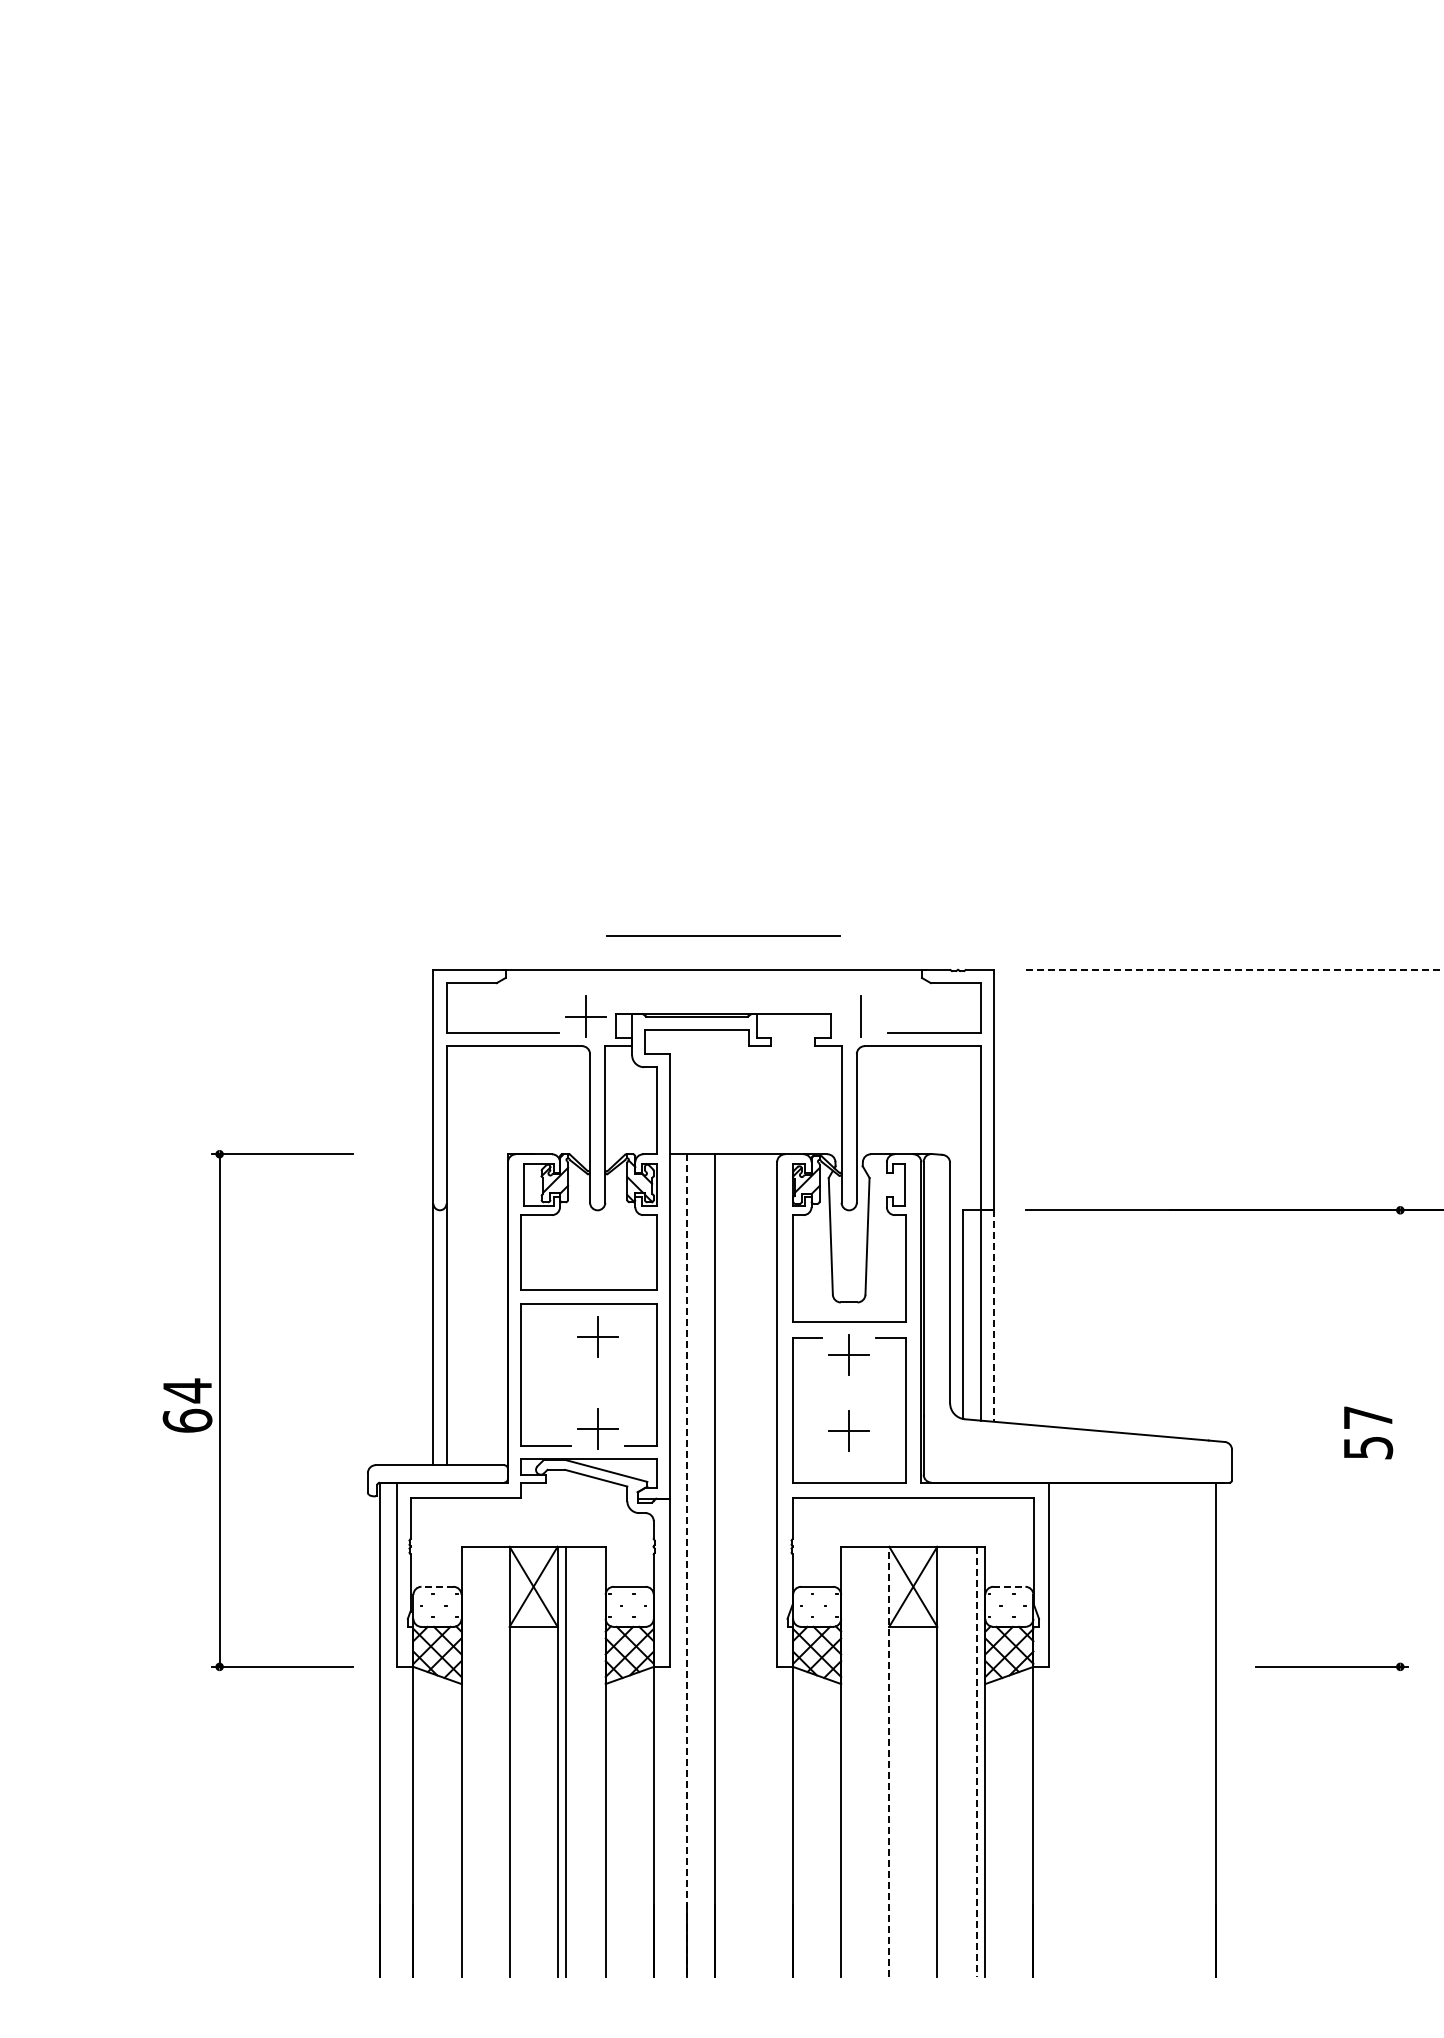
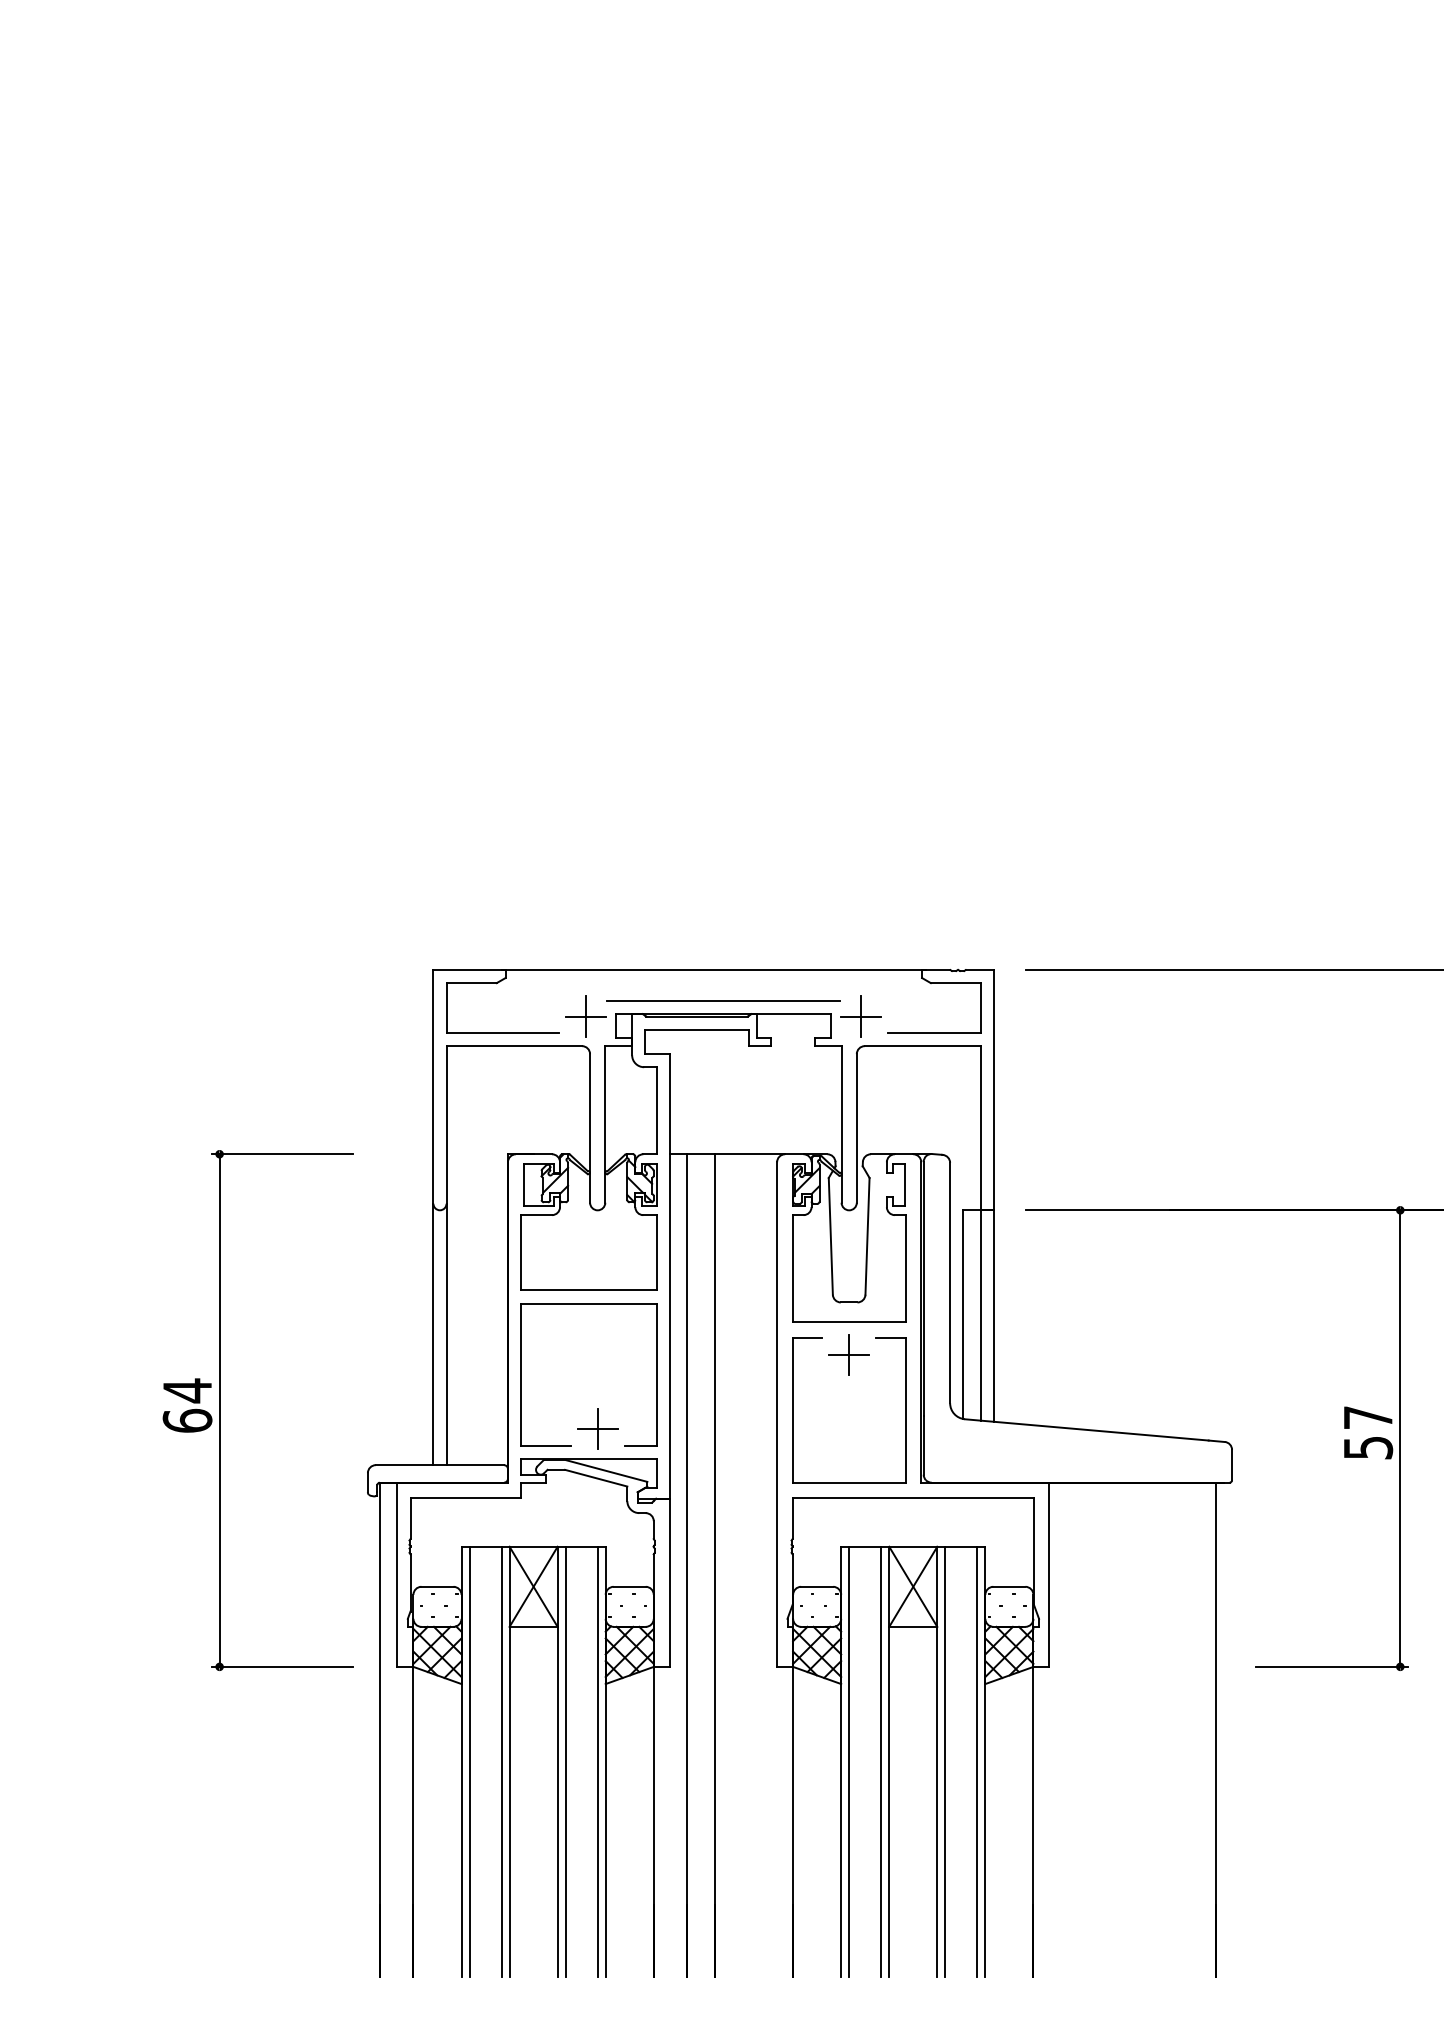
line at (723, 935) position: (723, 935) -> (723, 1000)
line at (1234, 970): dashed -> solid
line at (861, 1016): none -> present
line at (994, 1316): dashed -> solid
part at (597, 1336): present -> none
part at (848, 1430): present -> none
line at (1400, 1438): none -> present
line at (687, 1565): dashed -> solid
line at (437, 1586): dashed -> solid
line at (1009, 1586): dashed -> solid
line at (469, 1761): none -> present
line at (501, 1761): none -> present
line at (597, 1761): none -> present
line at (849, 1761): none -> present
line at (881, 1761): none -> present
line at (889, 1761): dashed -> solid
line at (945, 1761): none -> present
line at (977, 1762): dashed -> solid
